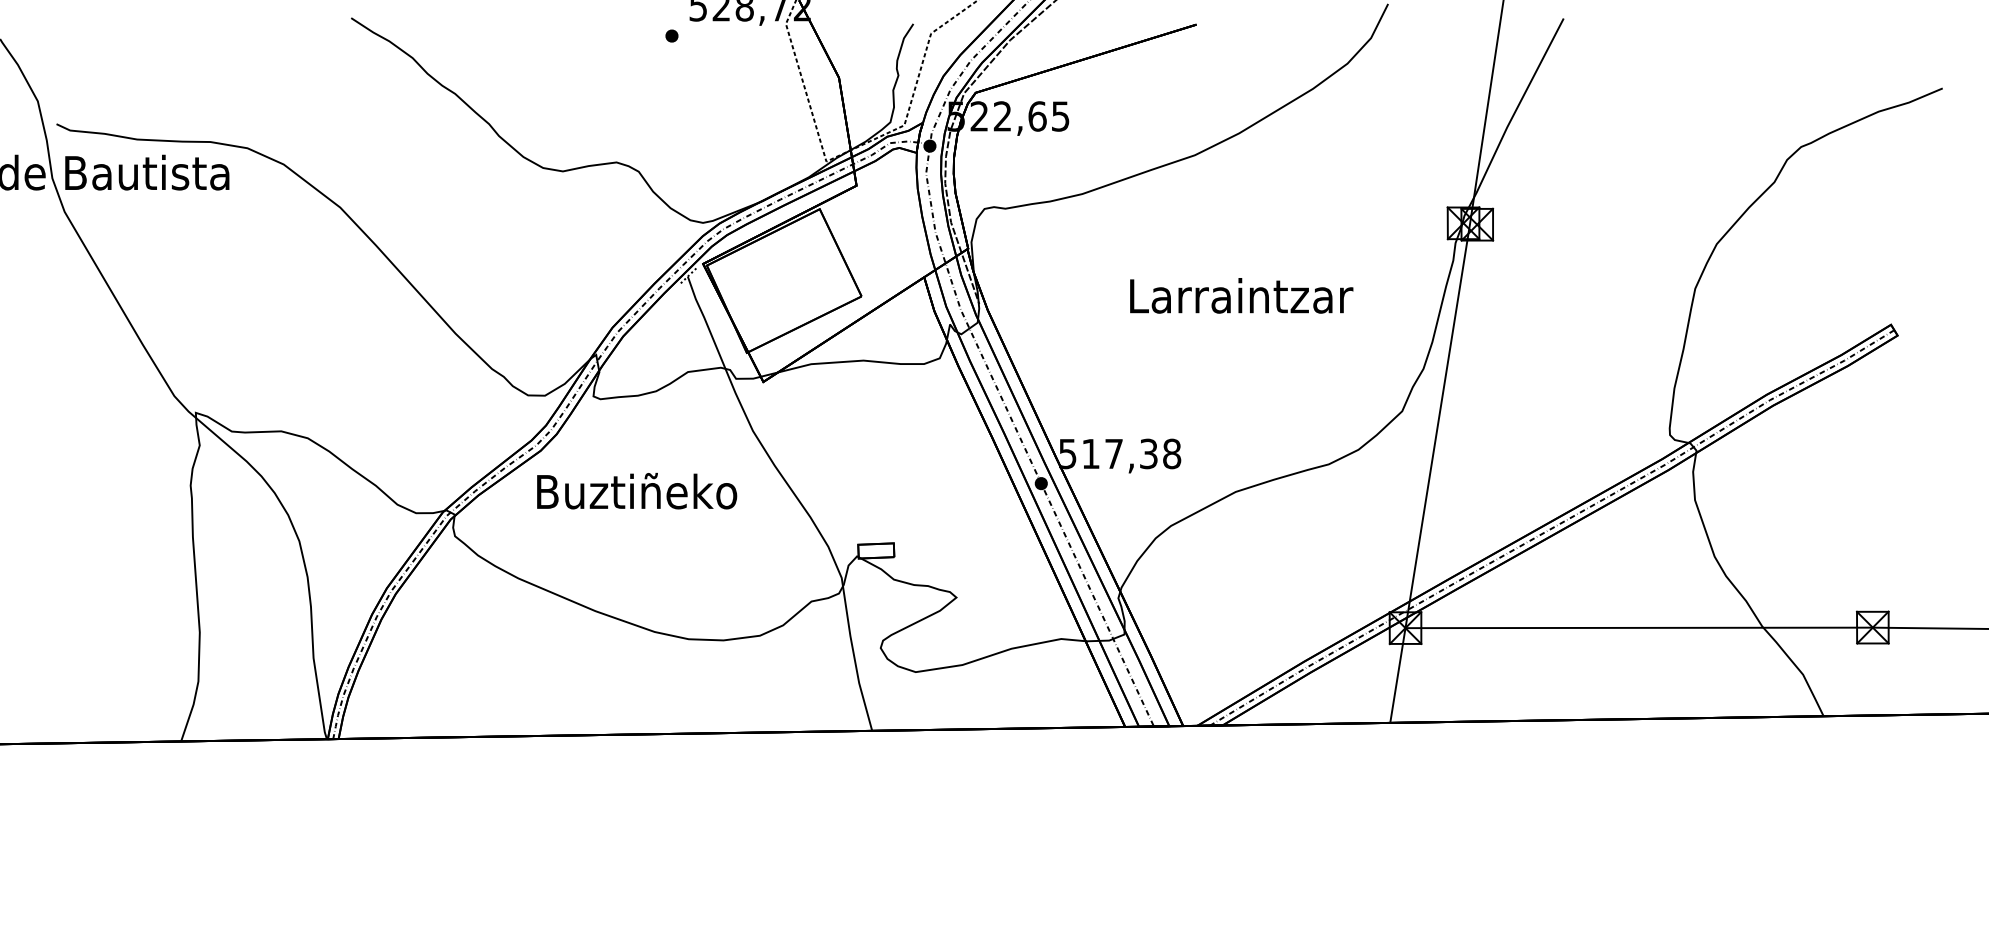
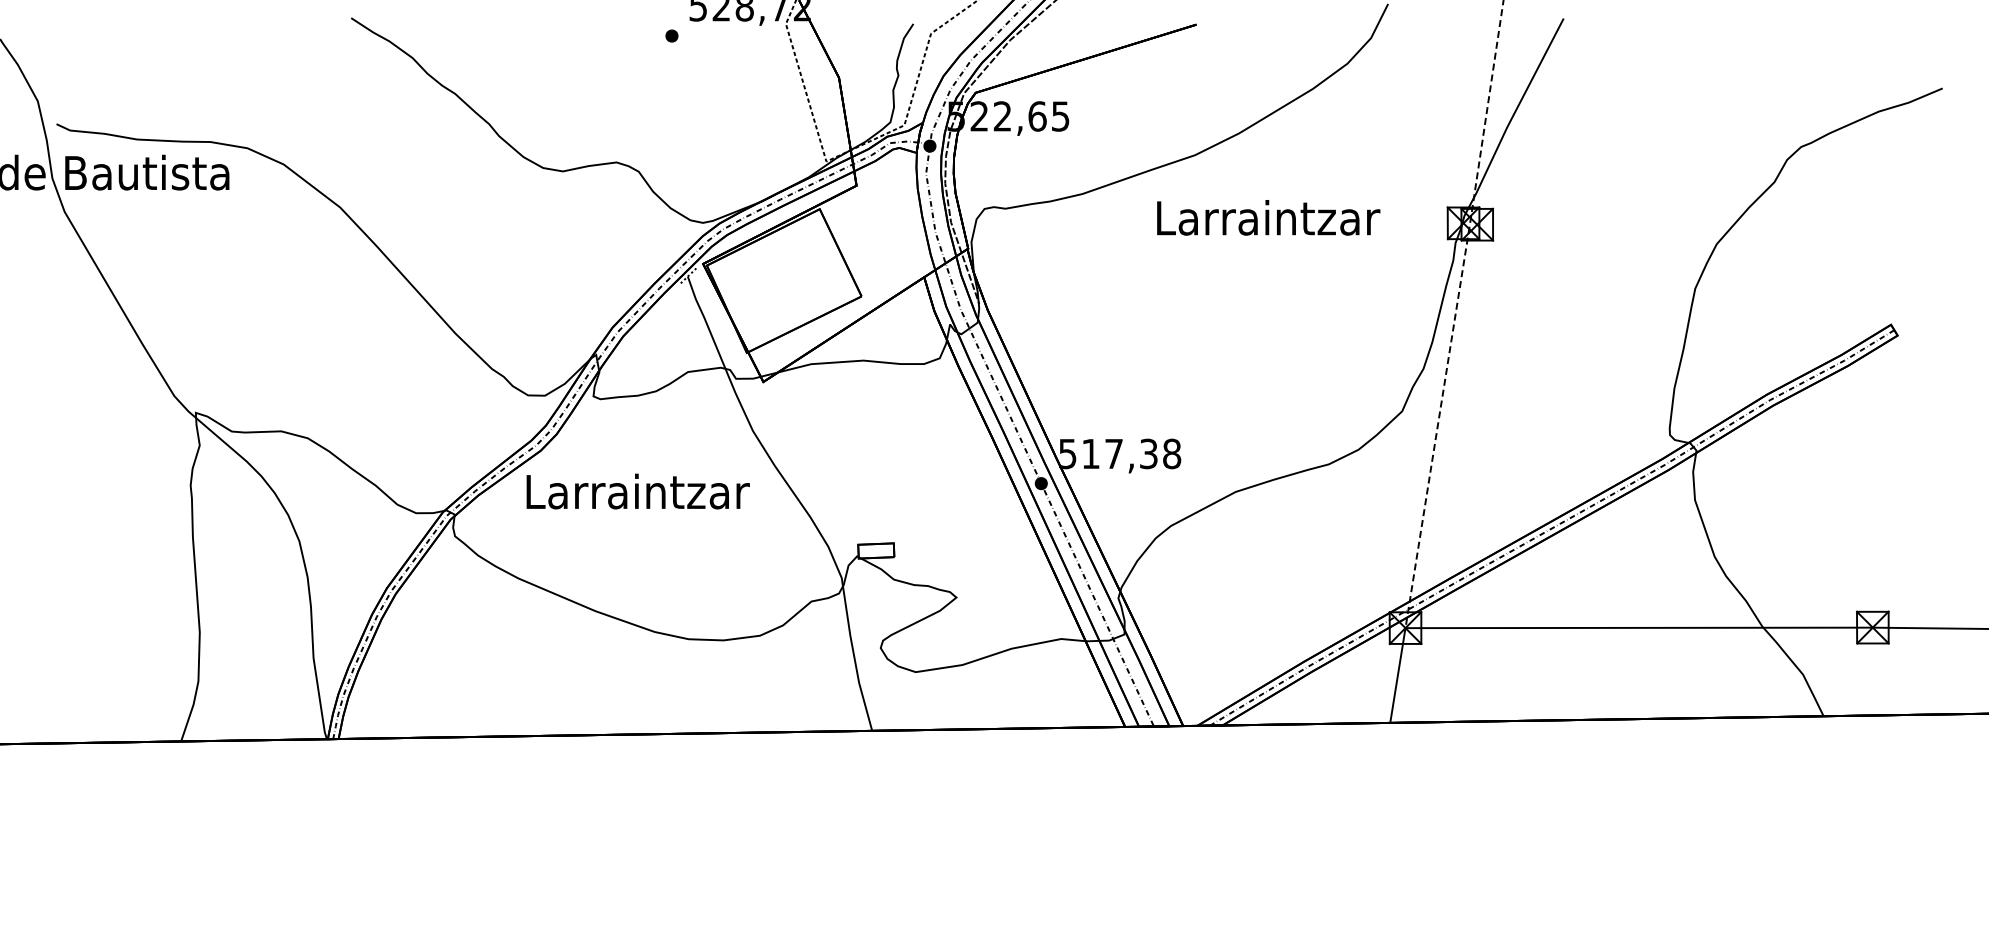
text at (1241, 295) position: (1241, 295) -> (1268, 217)
line at (1455, 314): solid -> dashed
text at (637, 490): Buztiñeko -> Larraintzar
